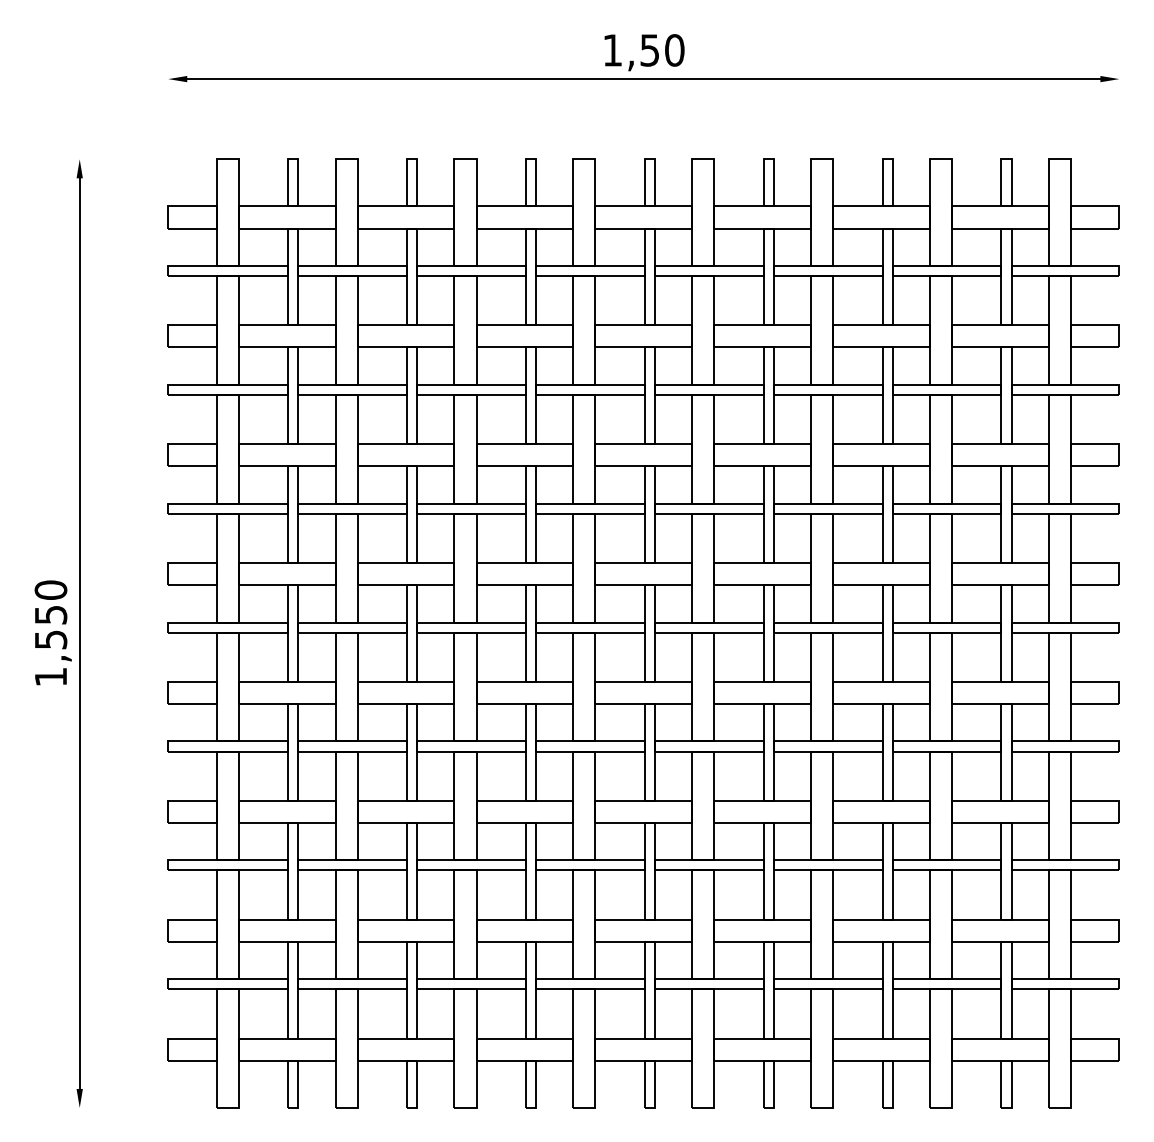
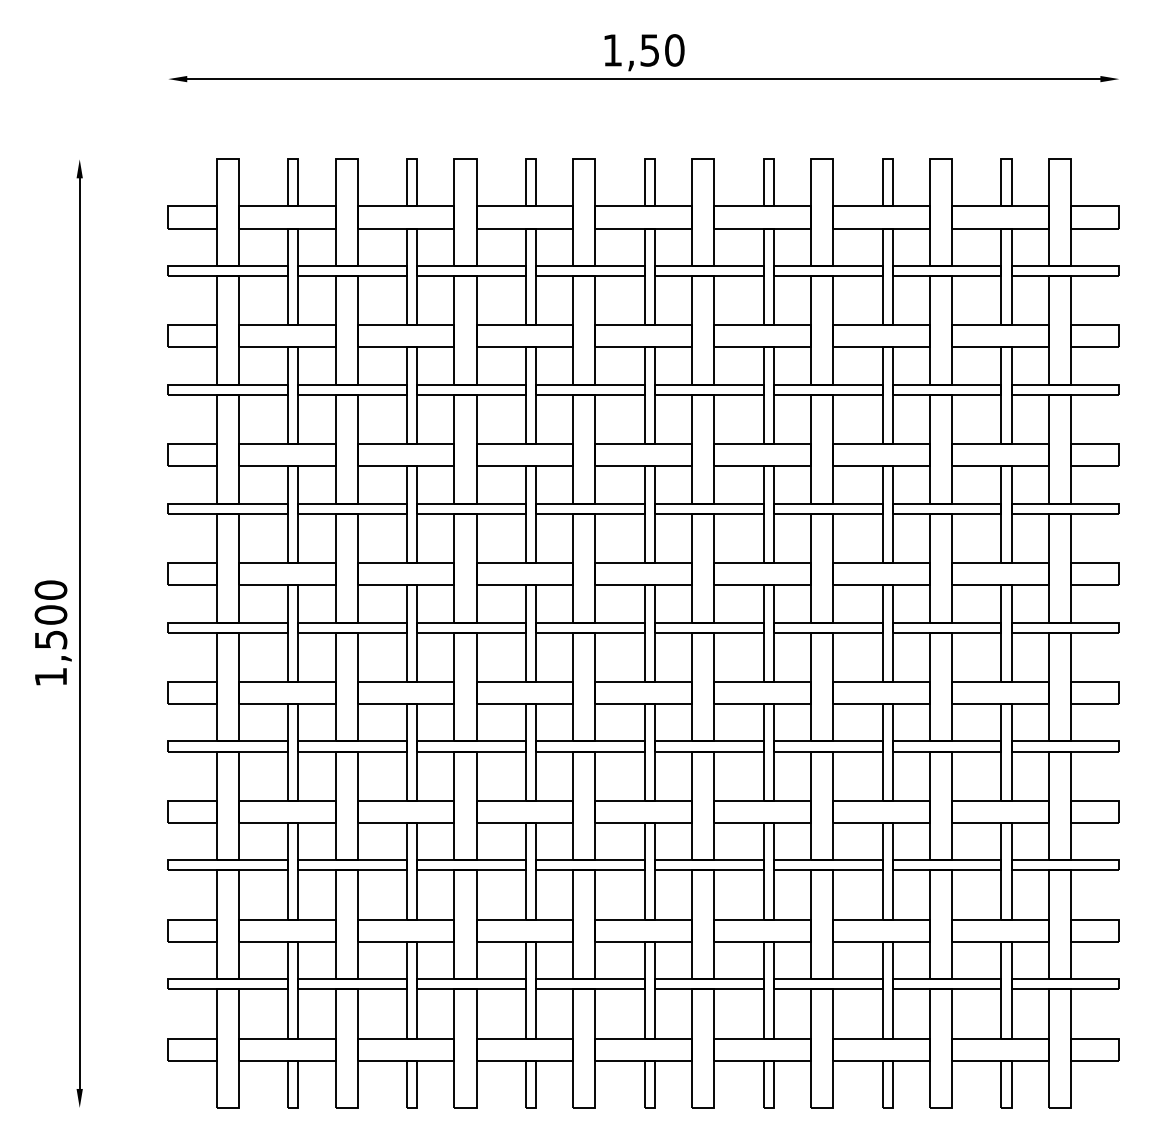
text at (50, 614): 1,550 -> 1,500
